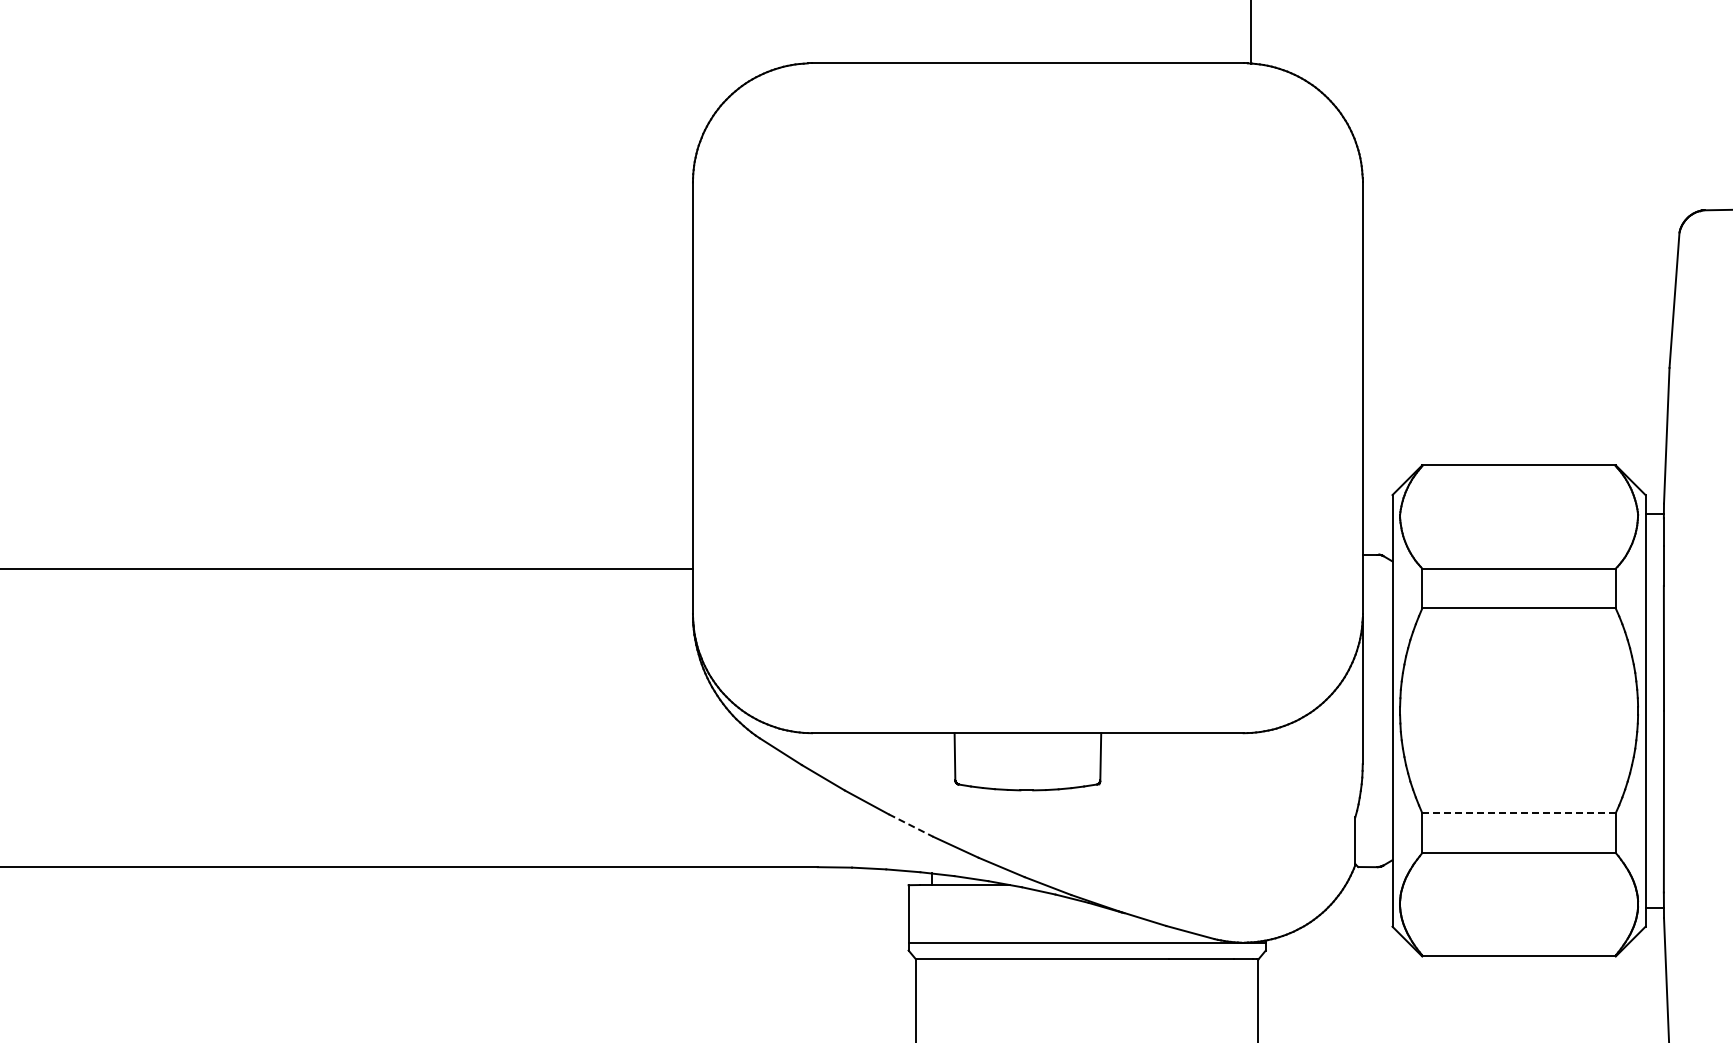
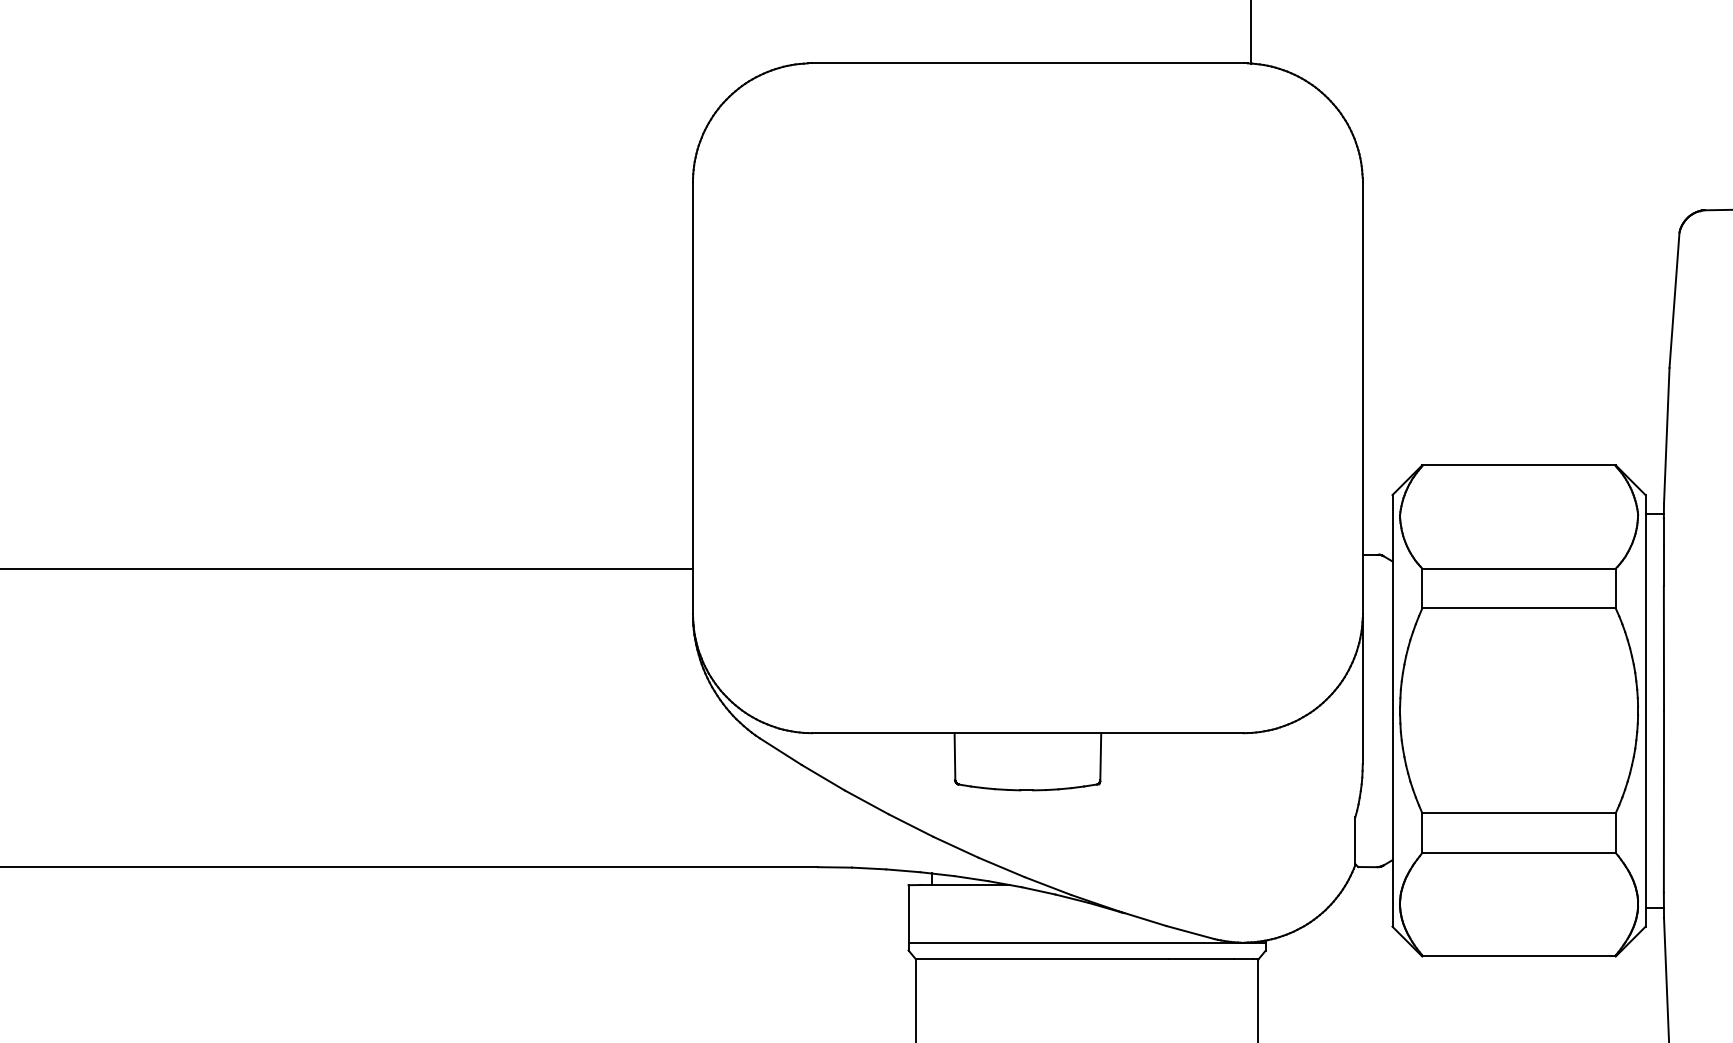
line at (1519, 813): dashed -> solid
line at (911, 825): dashed -> solid
